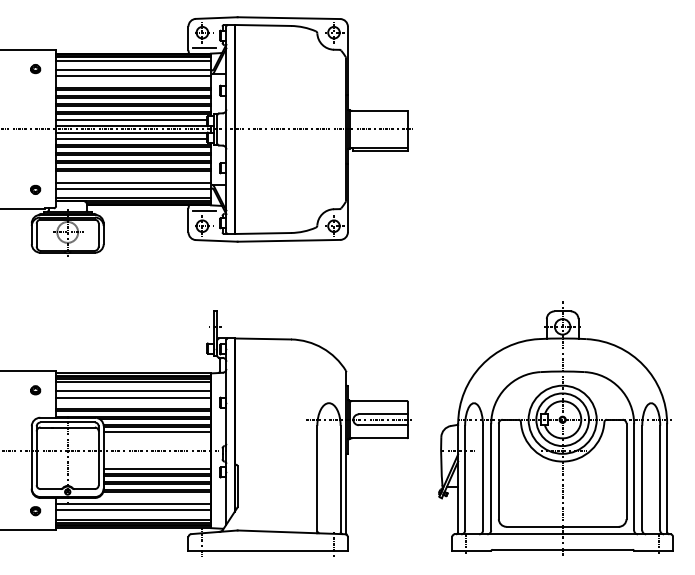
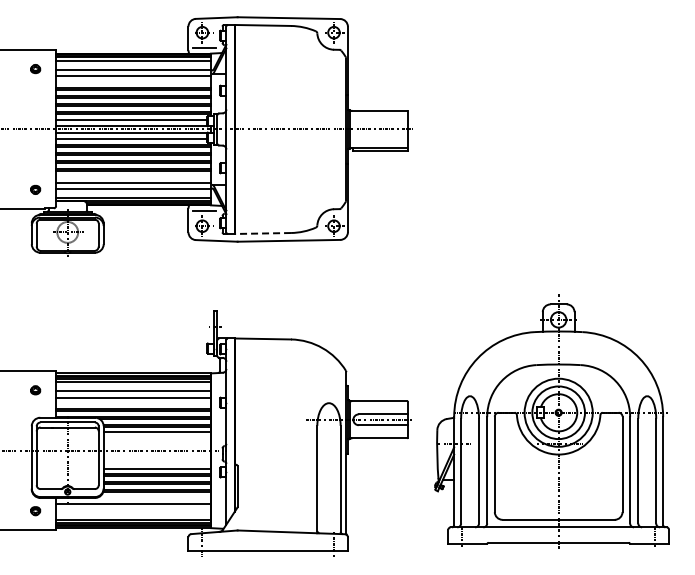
line at (263, 233): solid -> dashed
part at (555, 428) position: (555, 428) -> (551, 421)
line at (133, 510): present -> none
